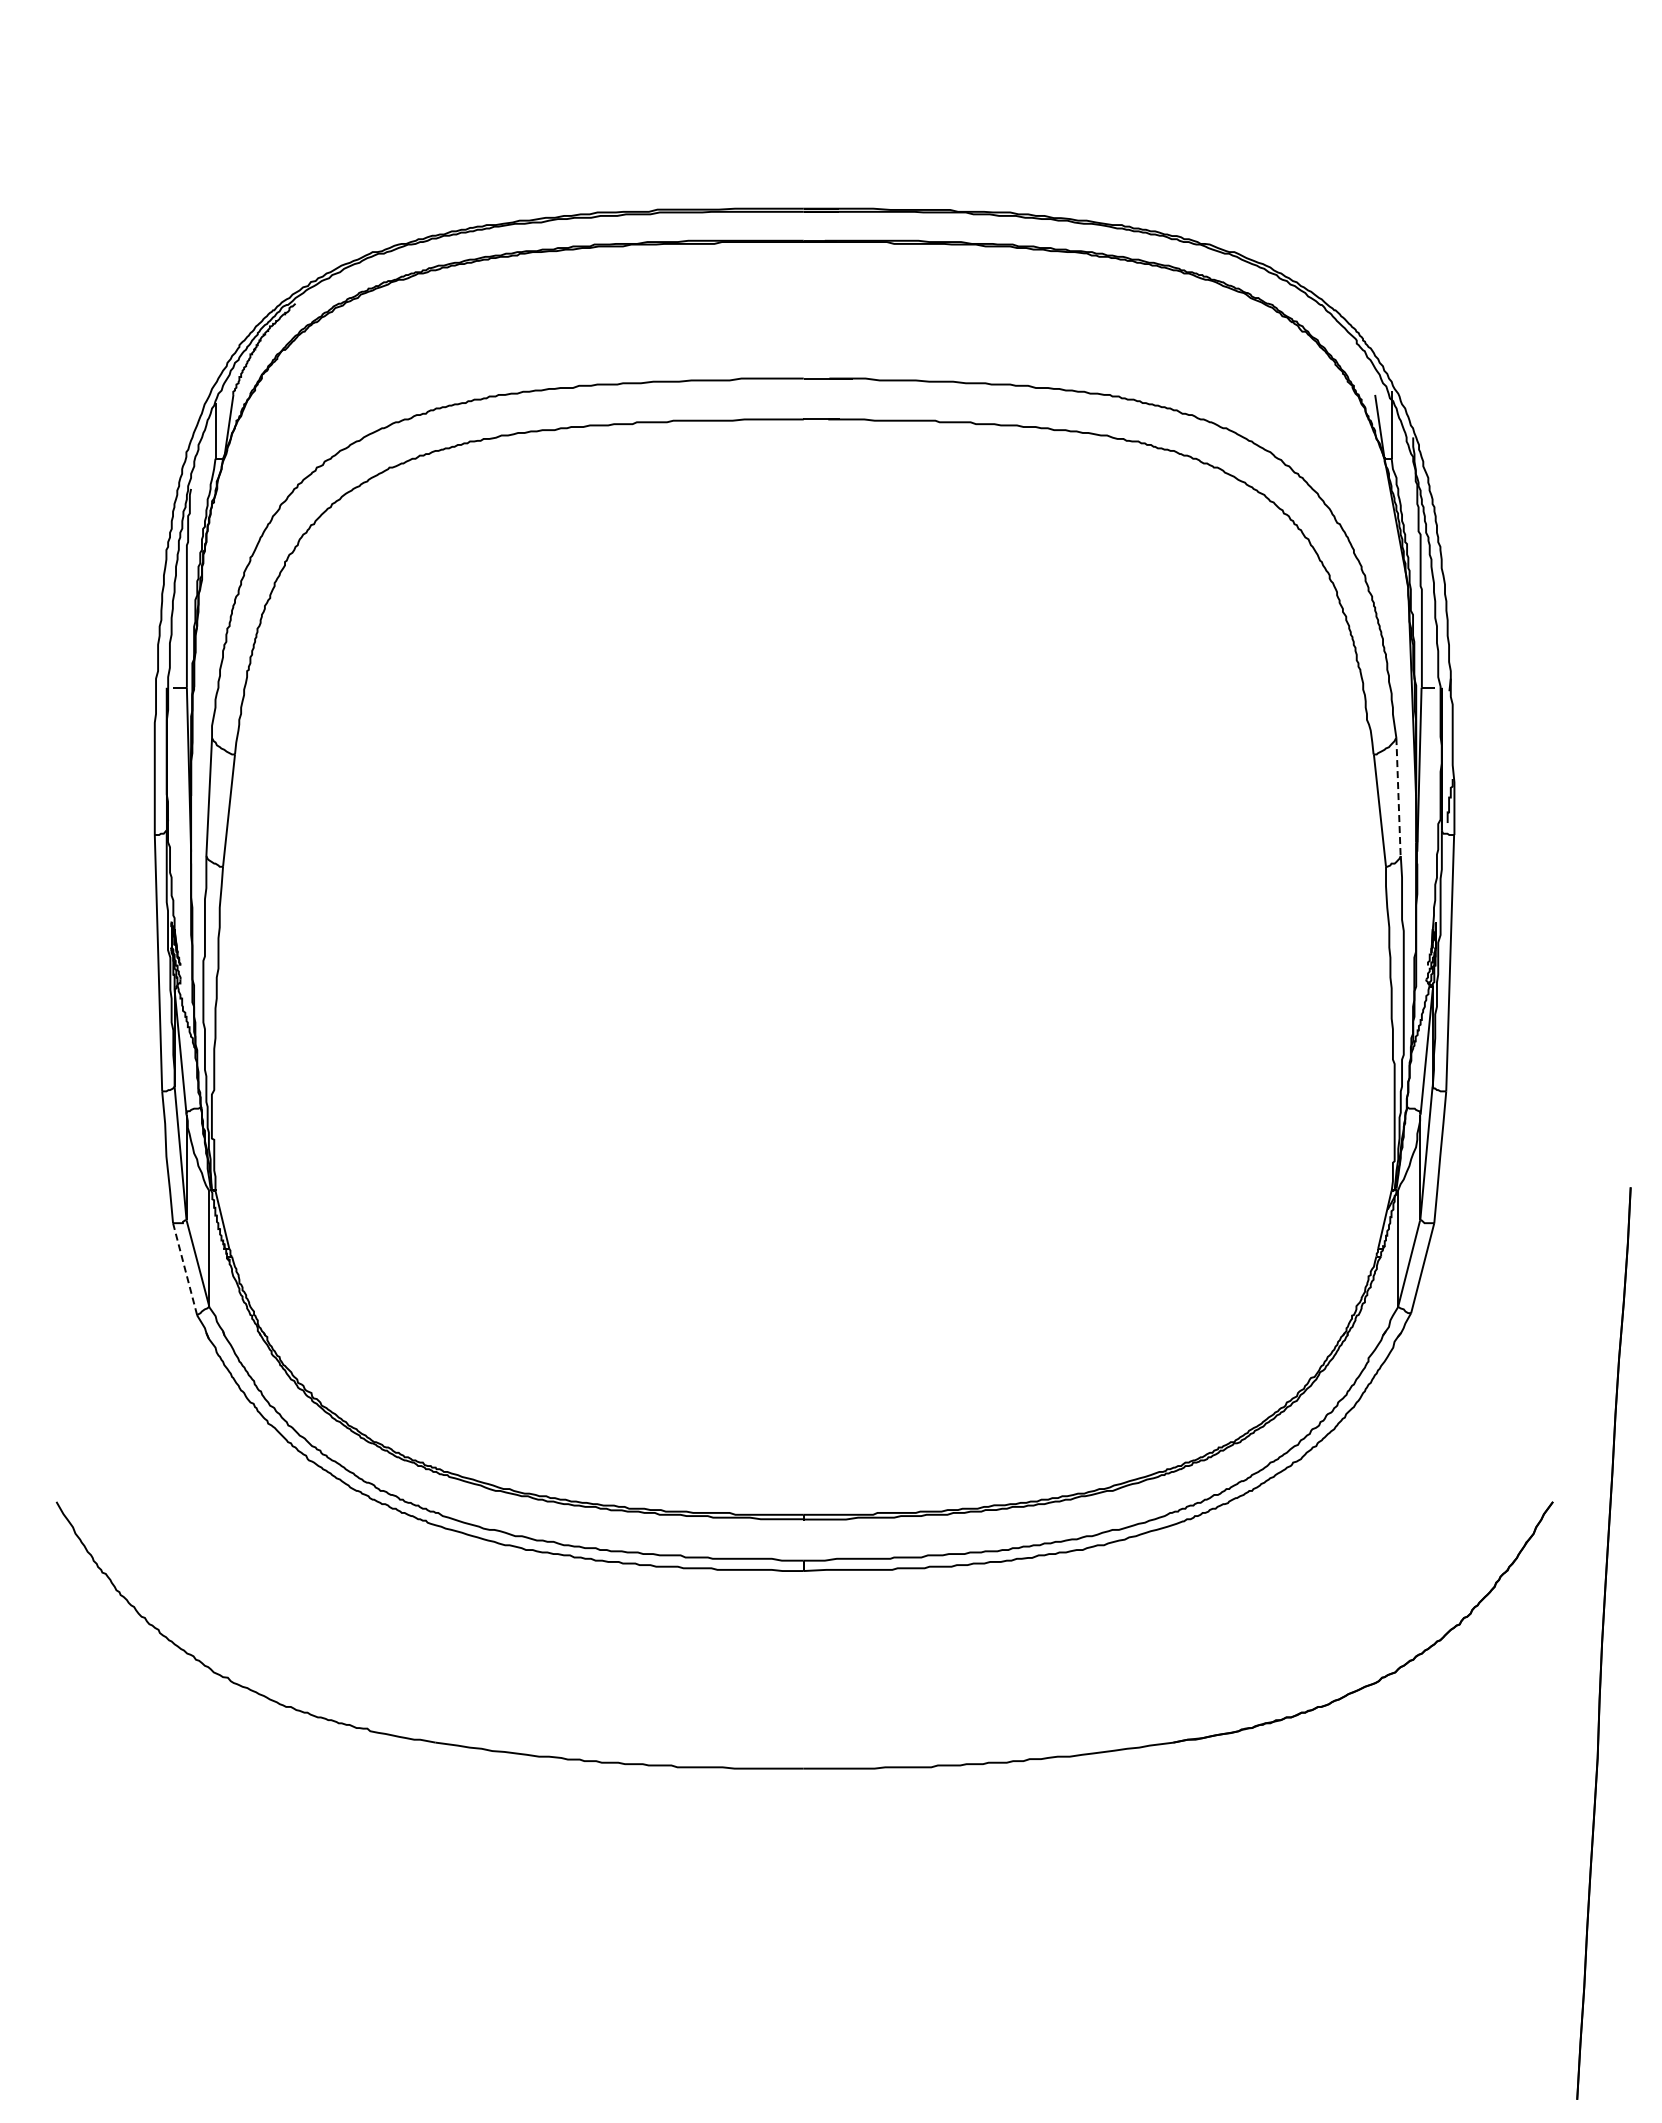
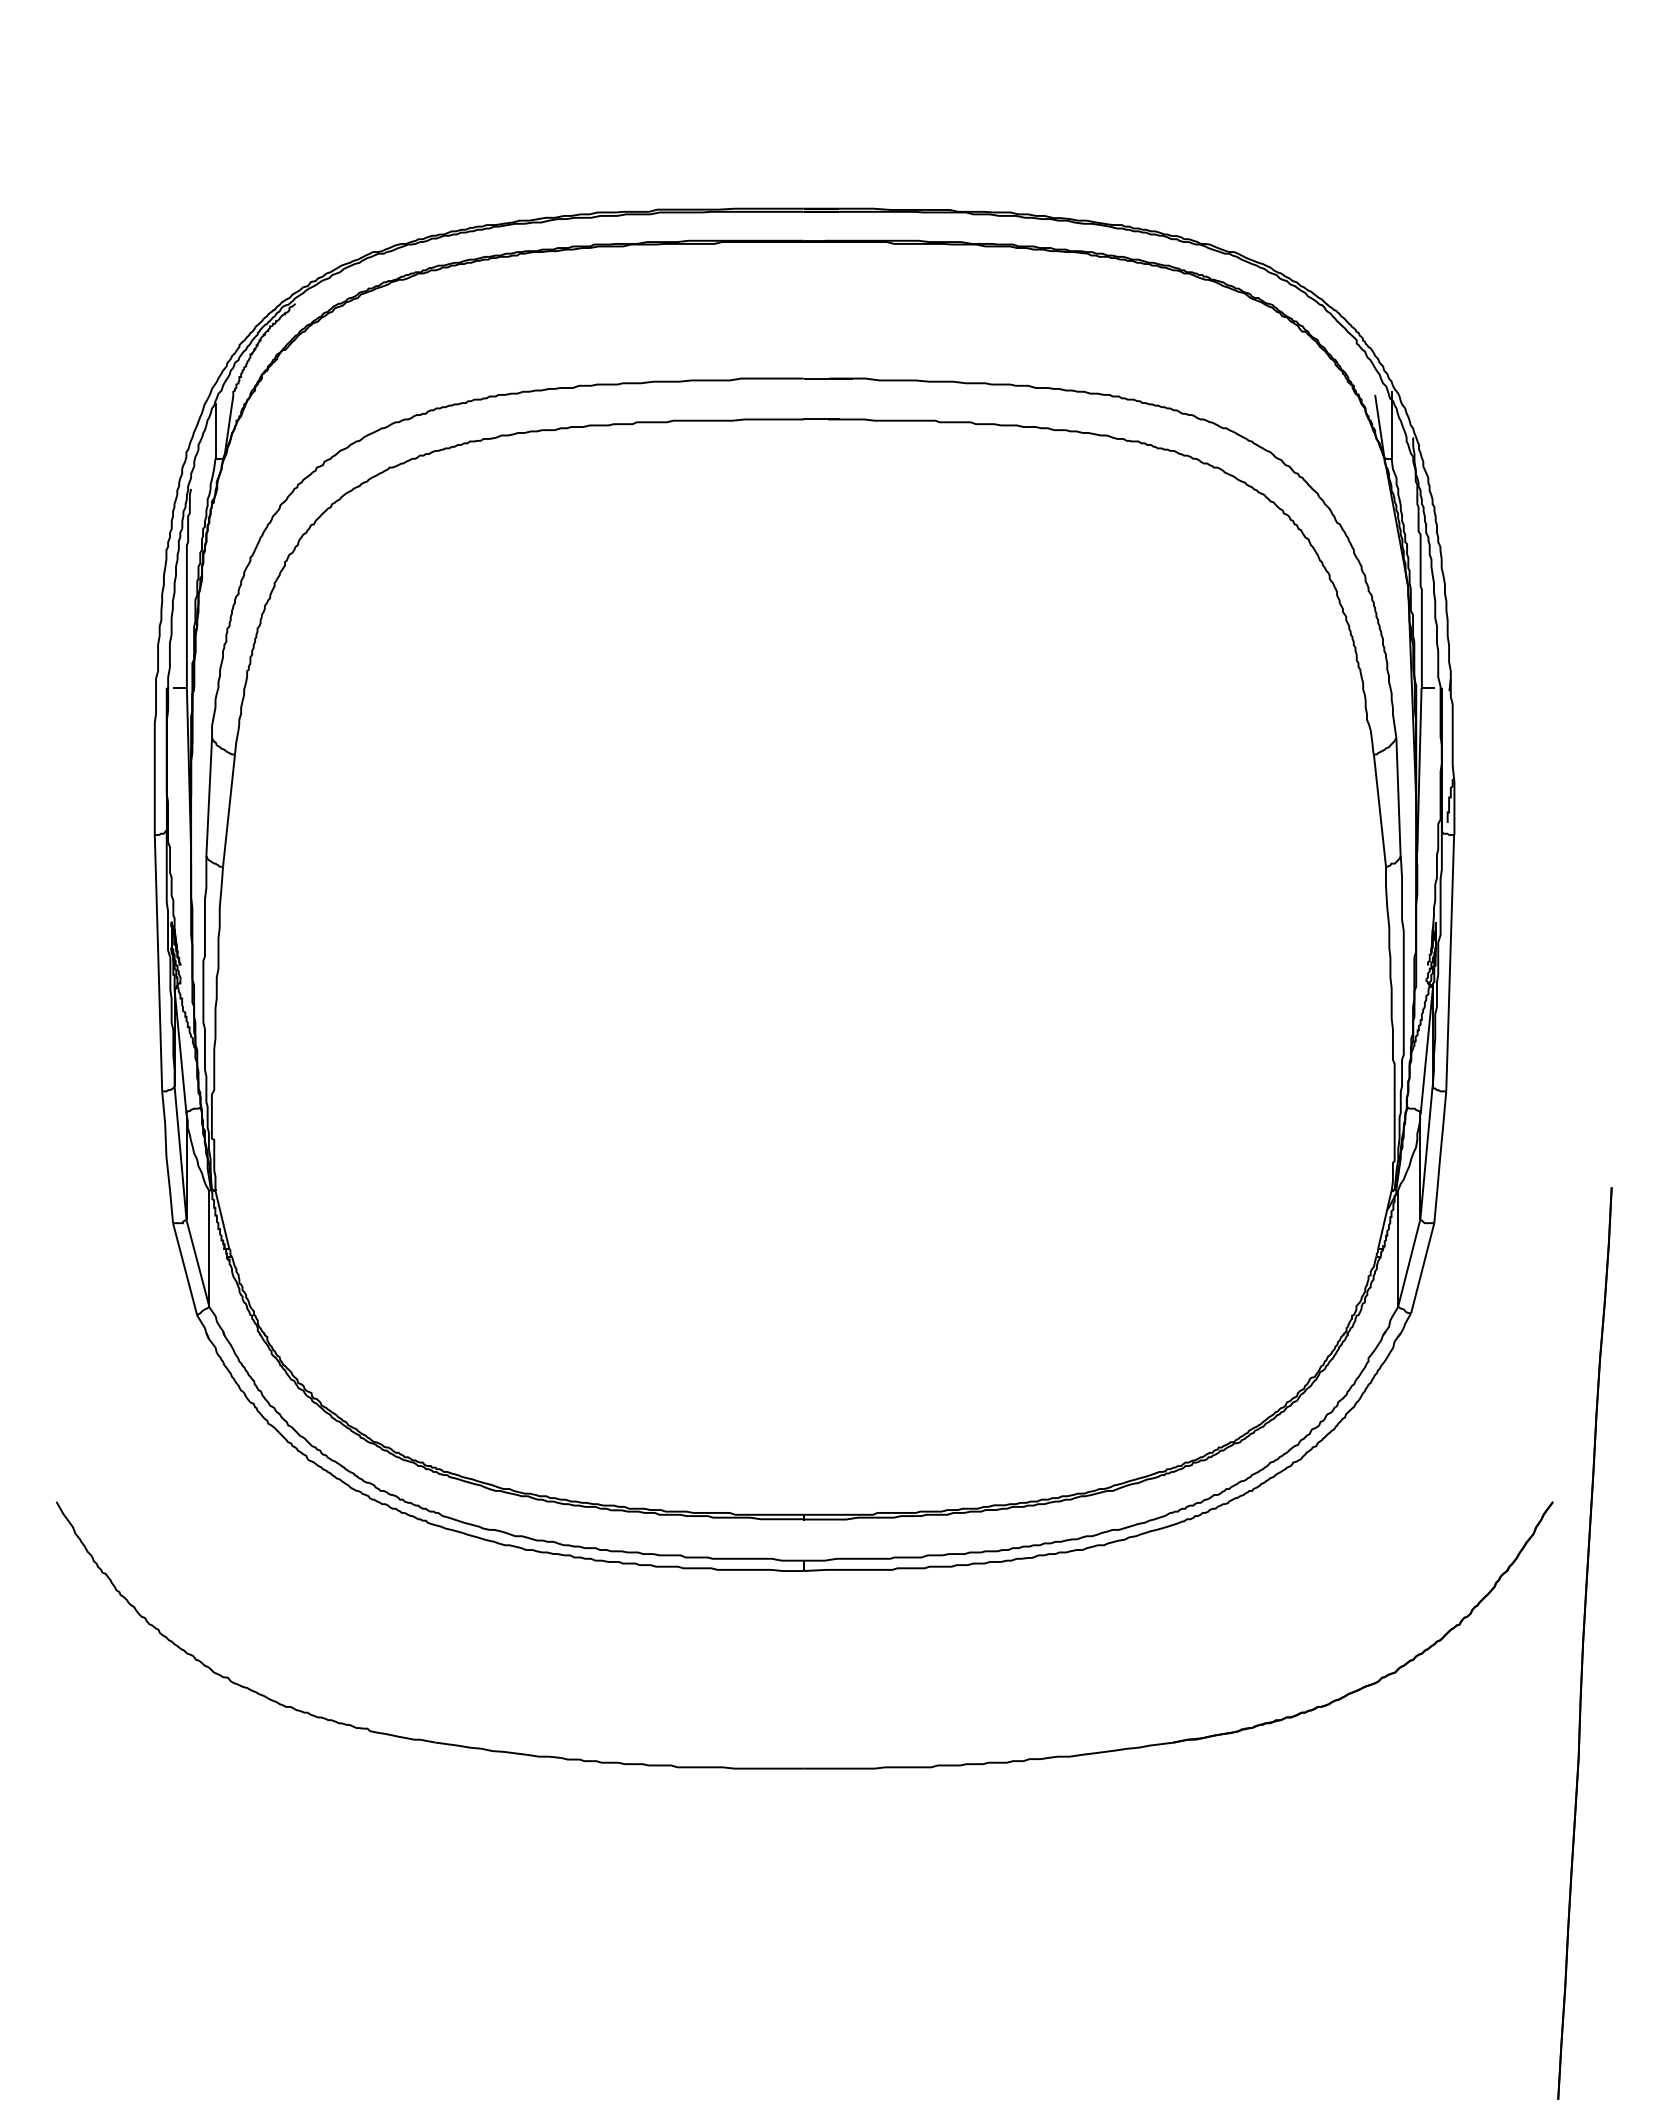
line at (1398, 797): dashed -> solid
line at (184, 1268): dashed -> solid
part at (1603, 1643) position: (1603, 1643) -> (1584, 1643)
